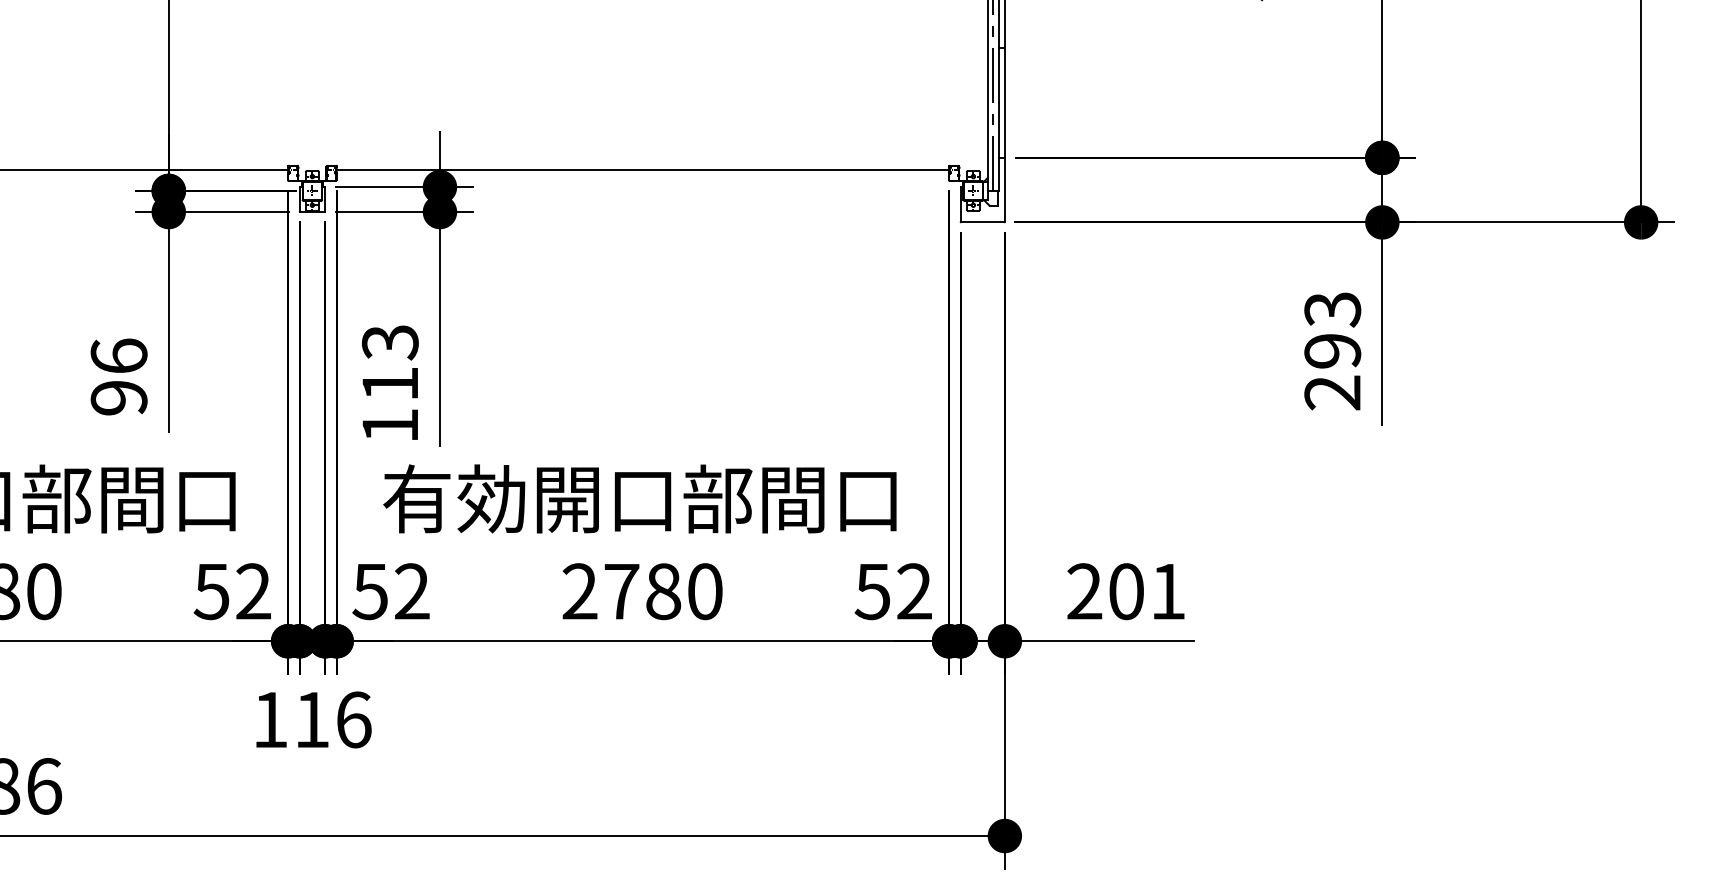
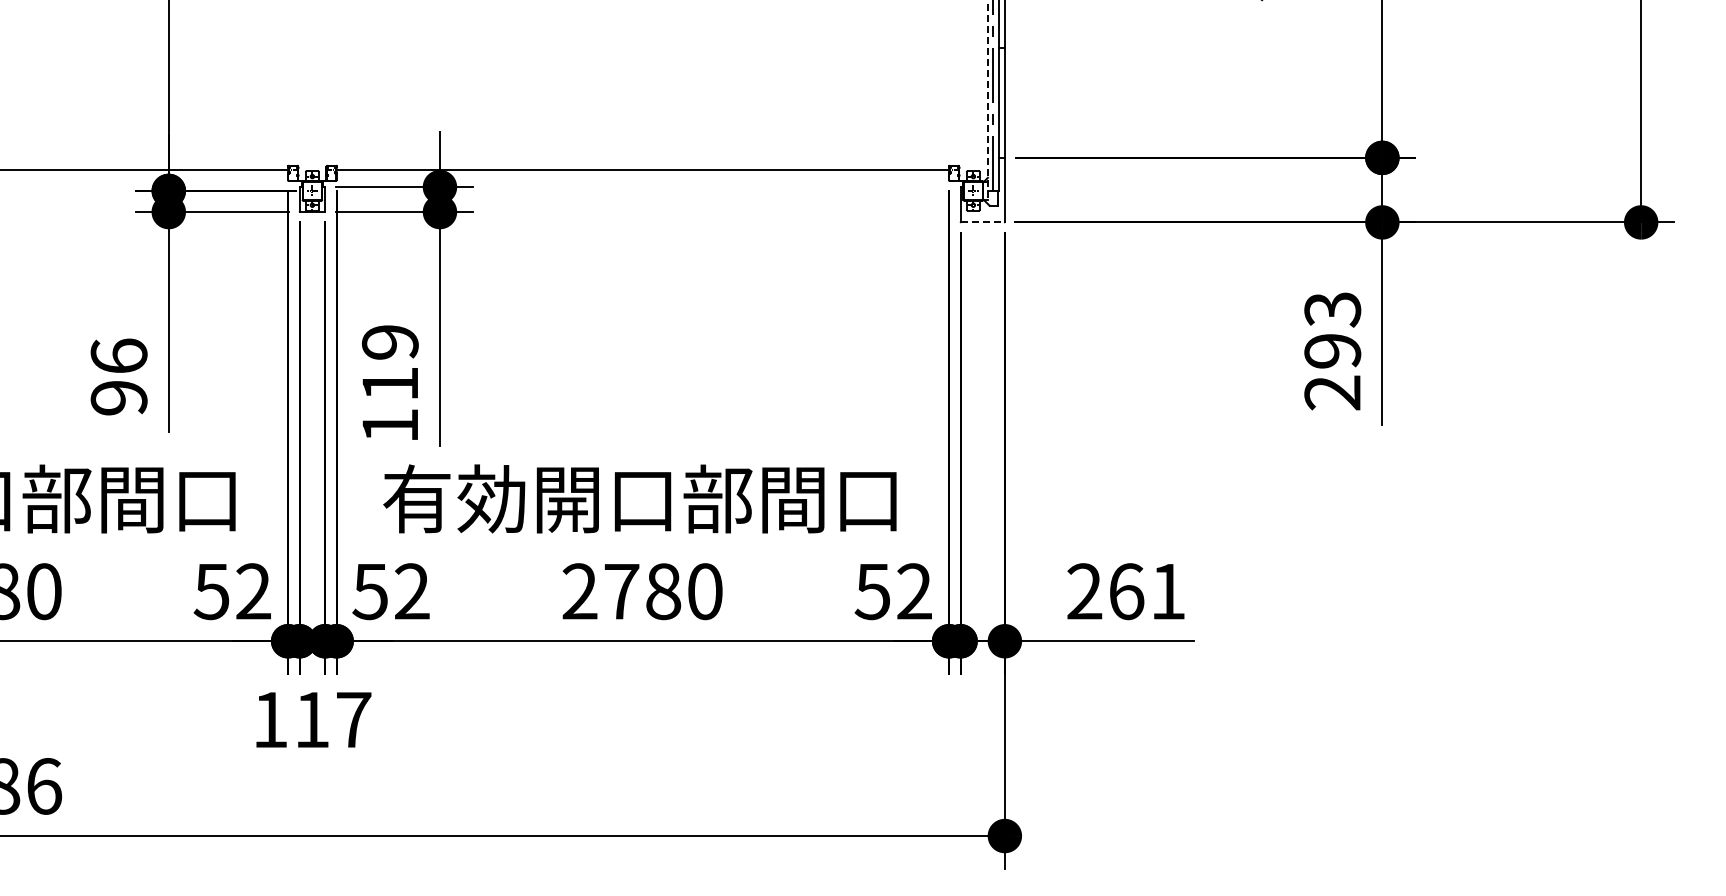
line at (987, 100): solid -> dashed
line at (983, 222): solid -> dashed
text at (390, 342): 113 -> 119
text at (1126, 591): 201 -> 261
text at (354, 719): 116 -> 117
